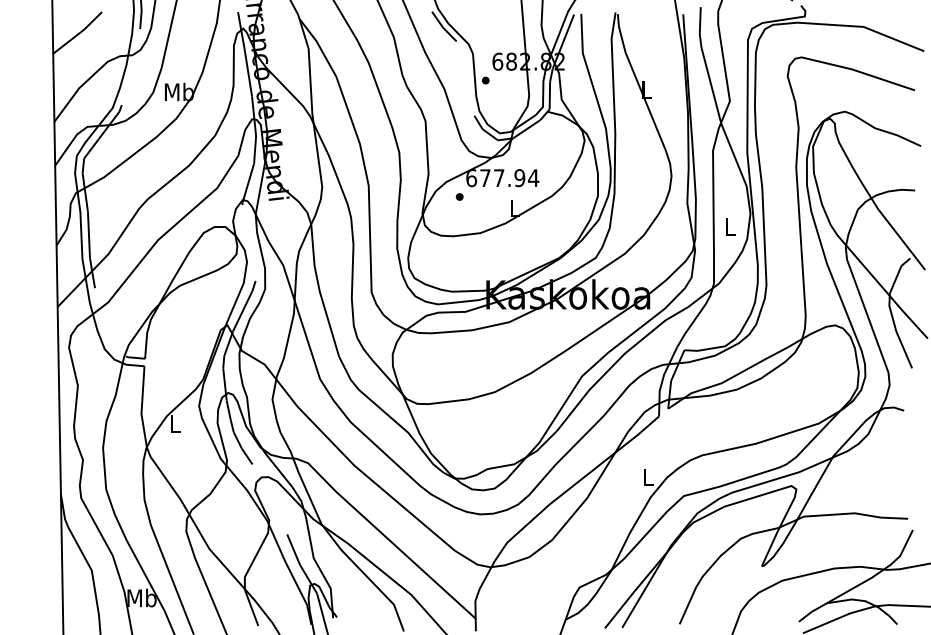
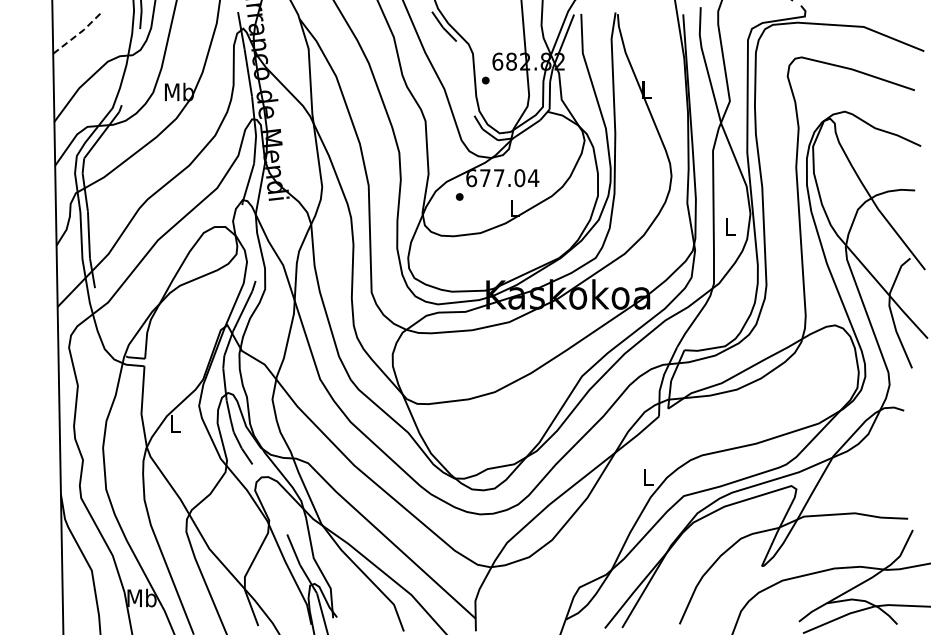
line at (79, 33): solid -> dashed
text at (519, 178): 677.94 -> 677.04
